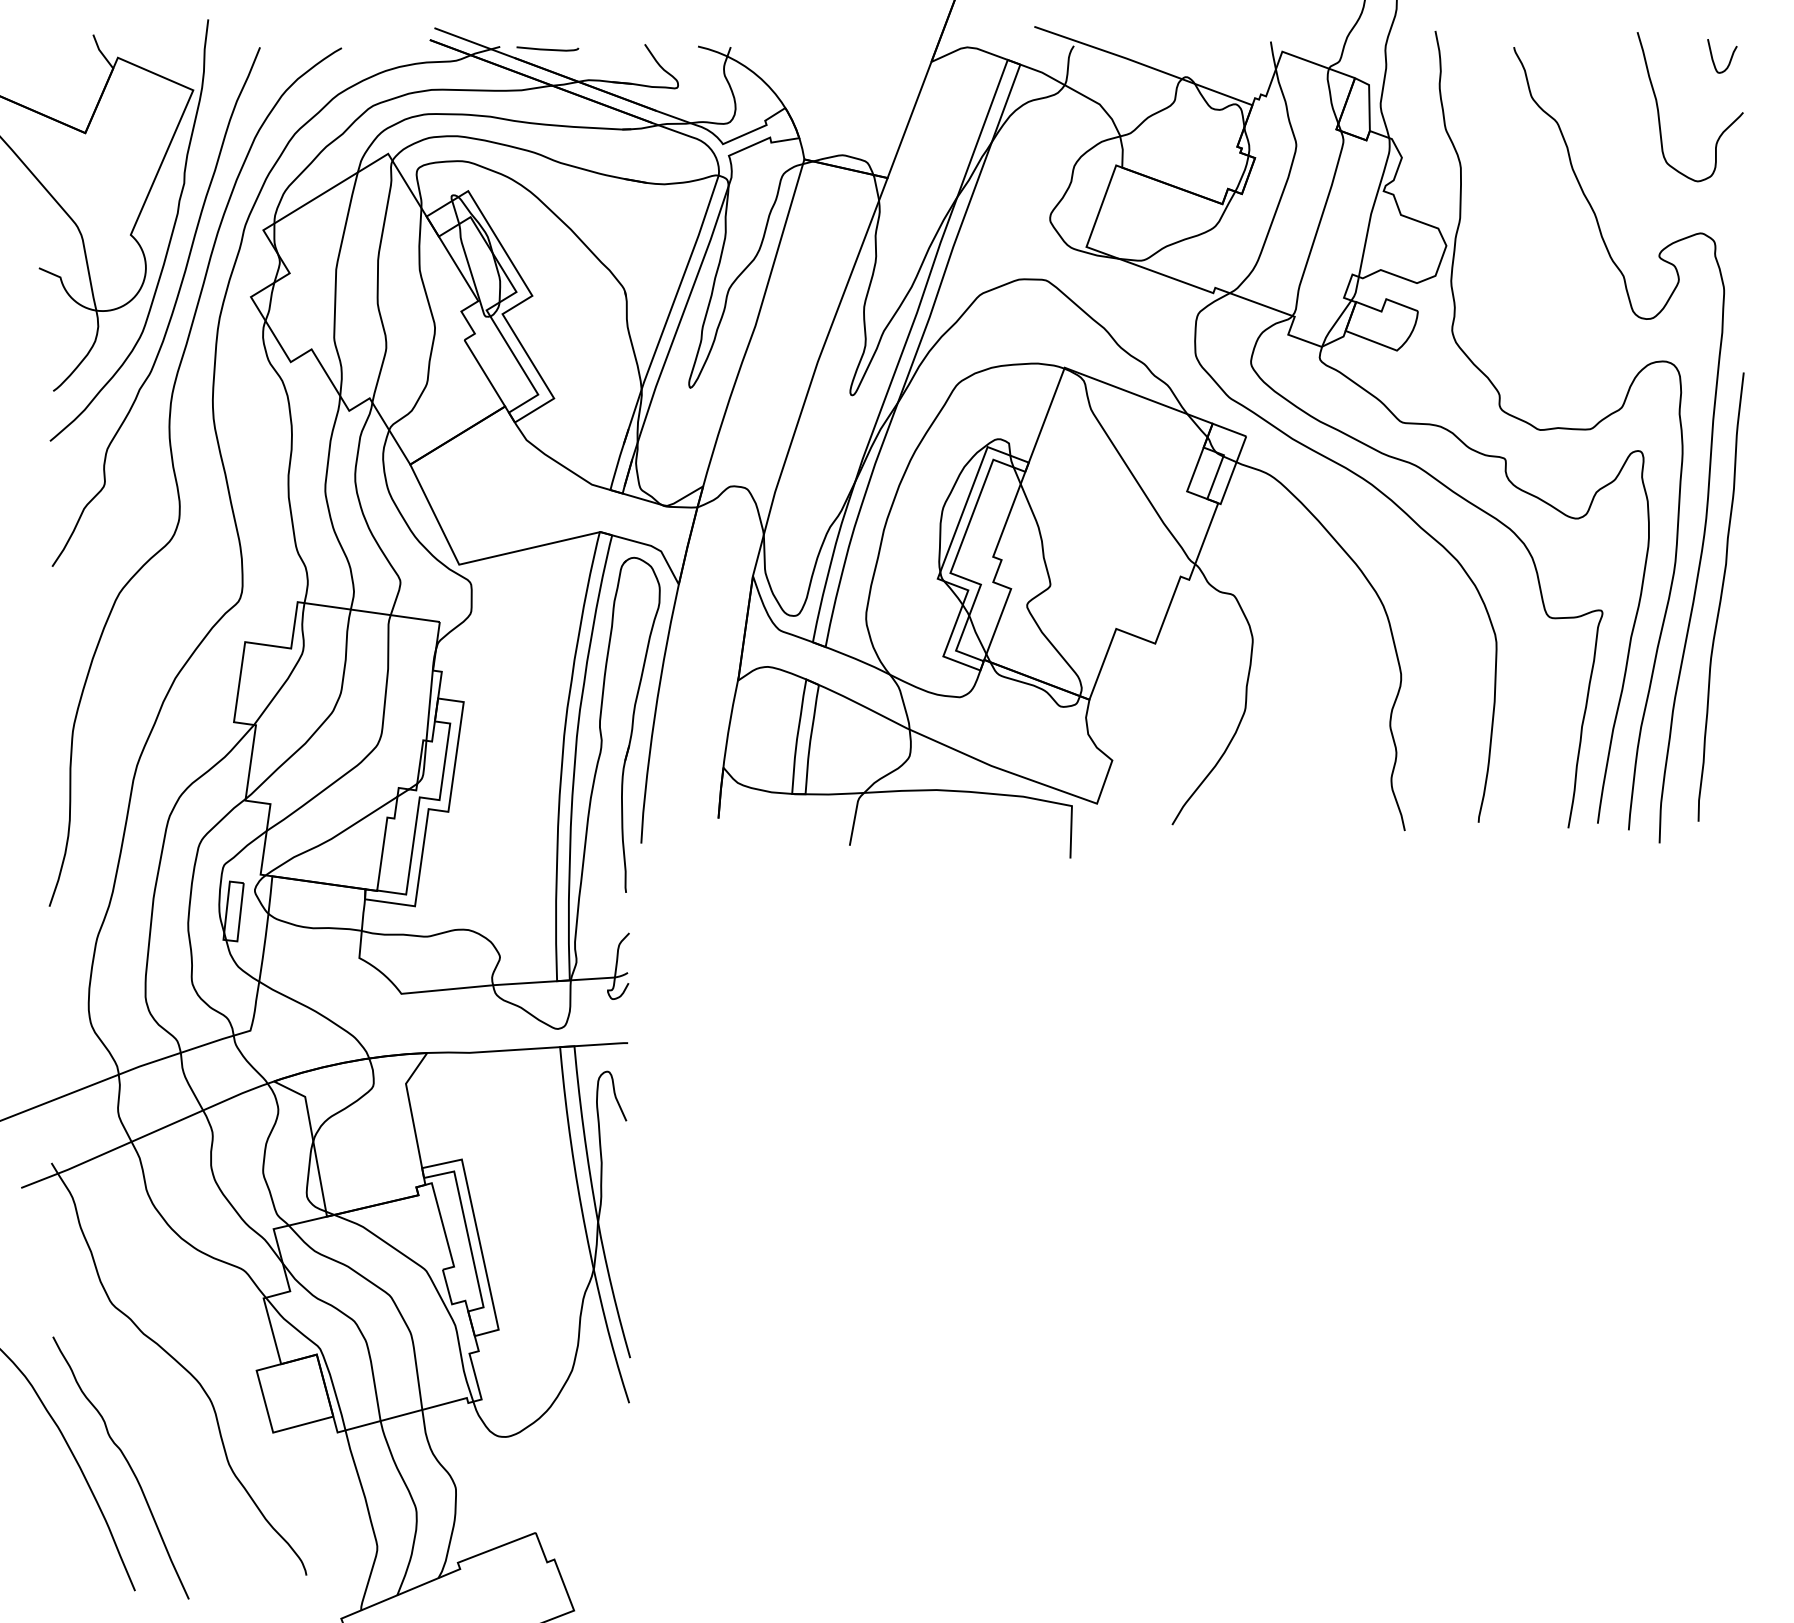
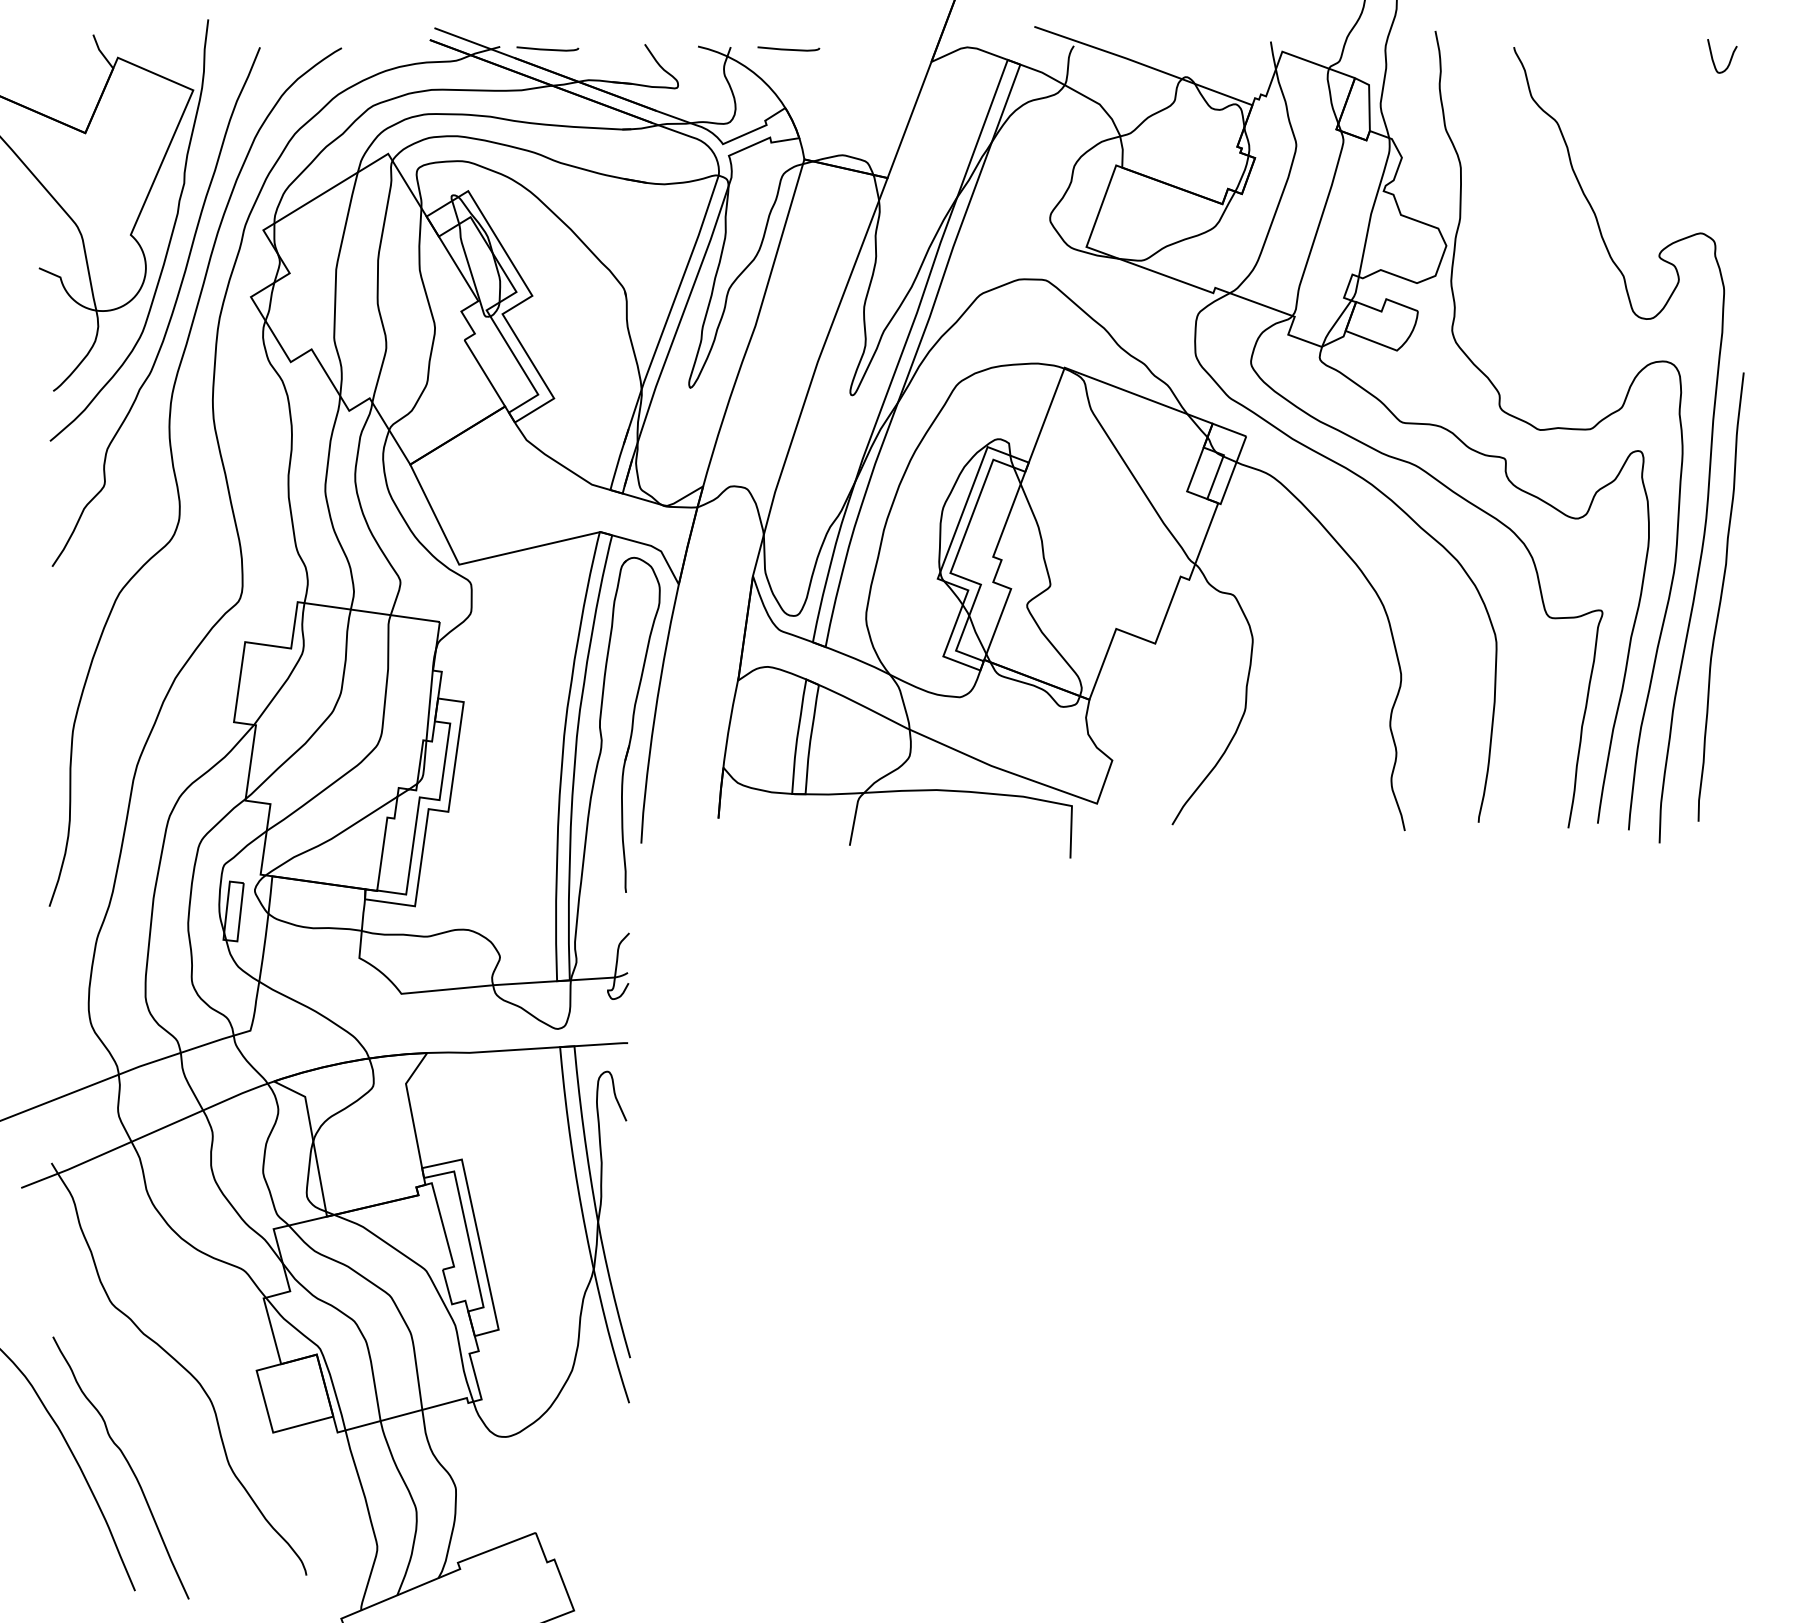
curve at (788, 48): none -> present
curve at (1659, 111): present -> none
